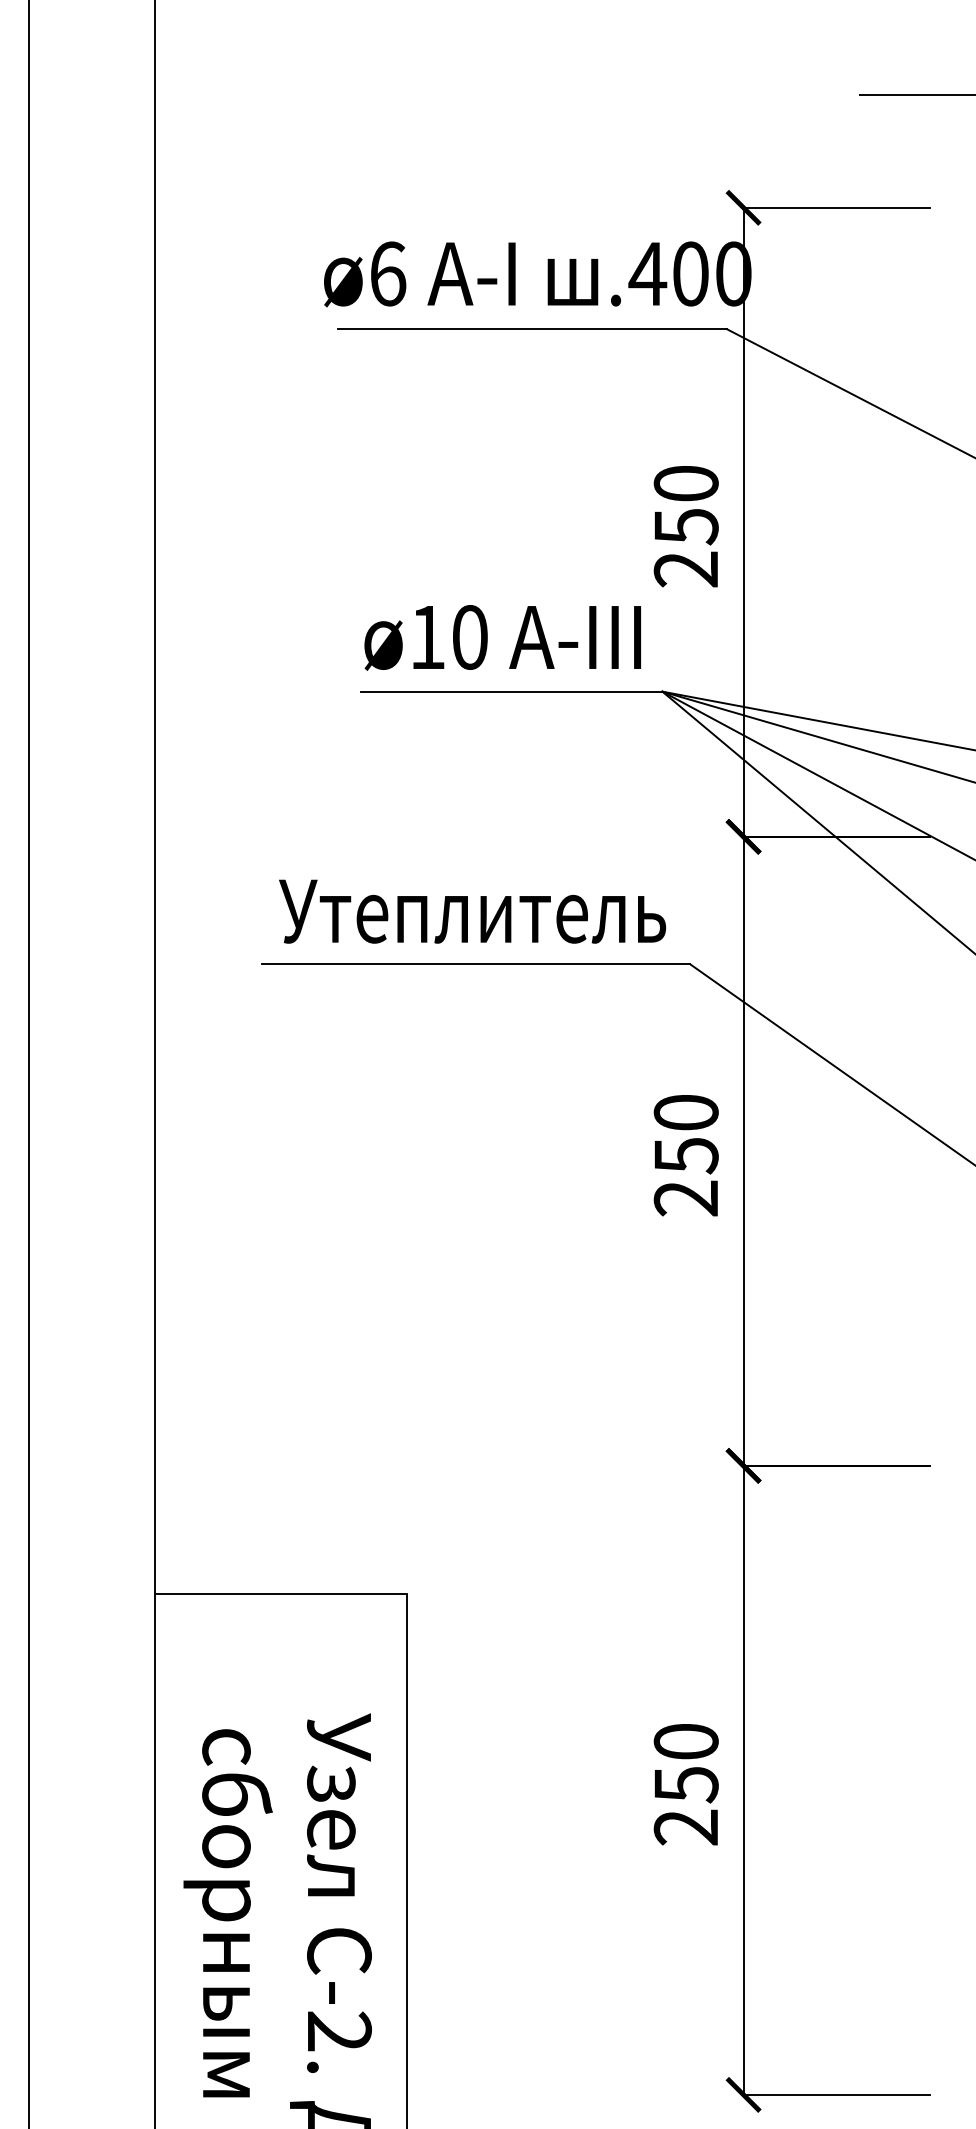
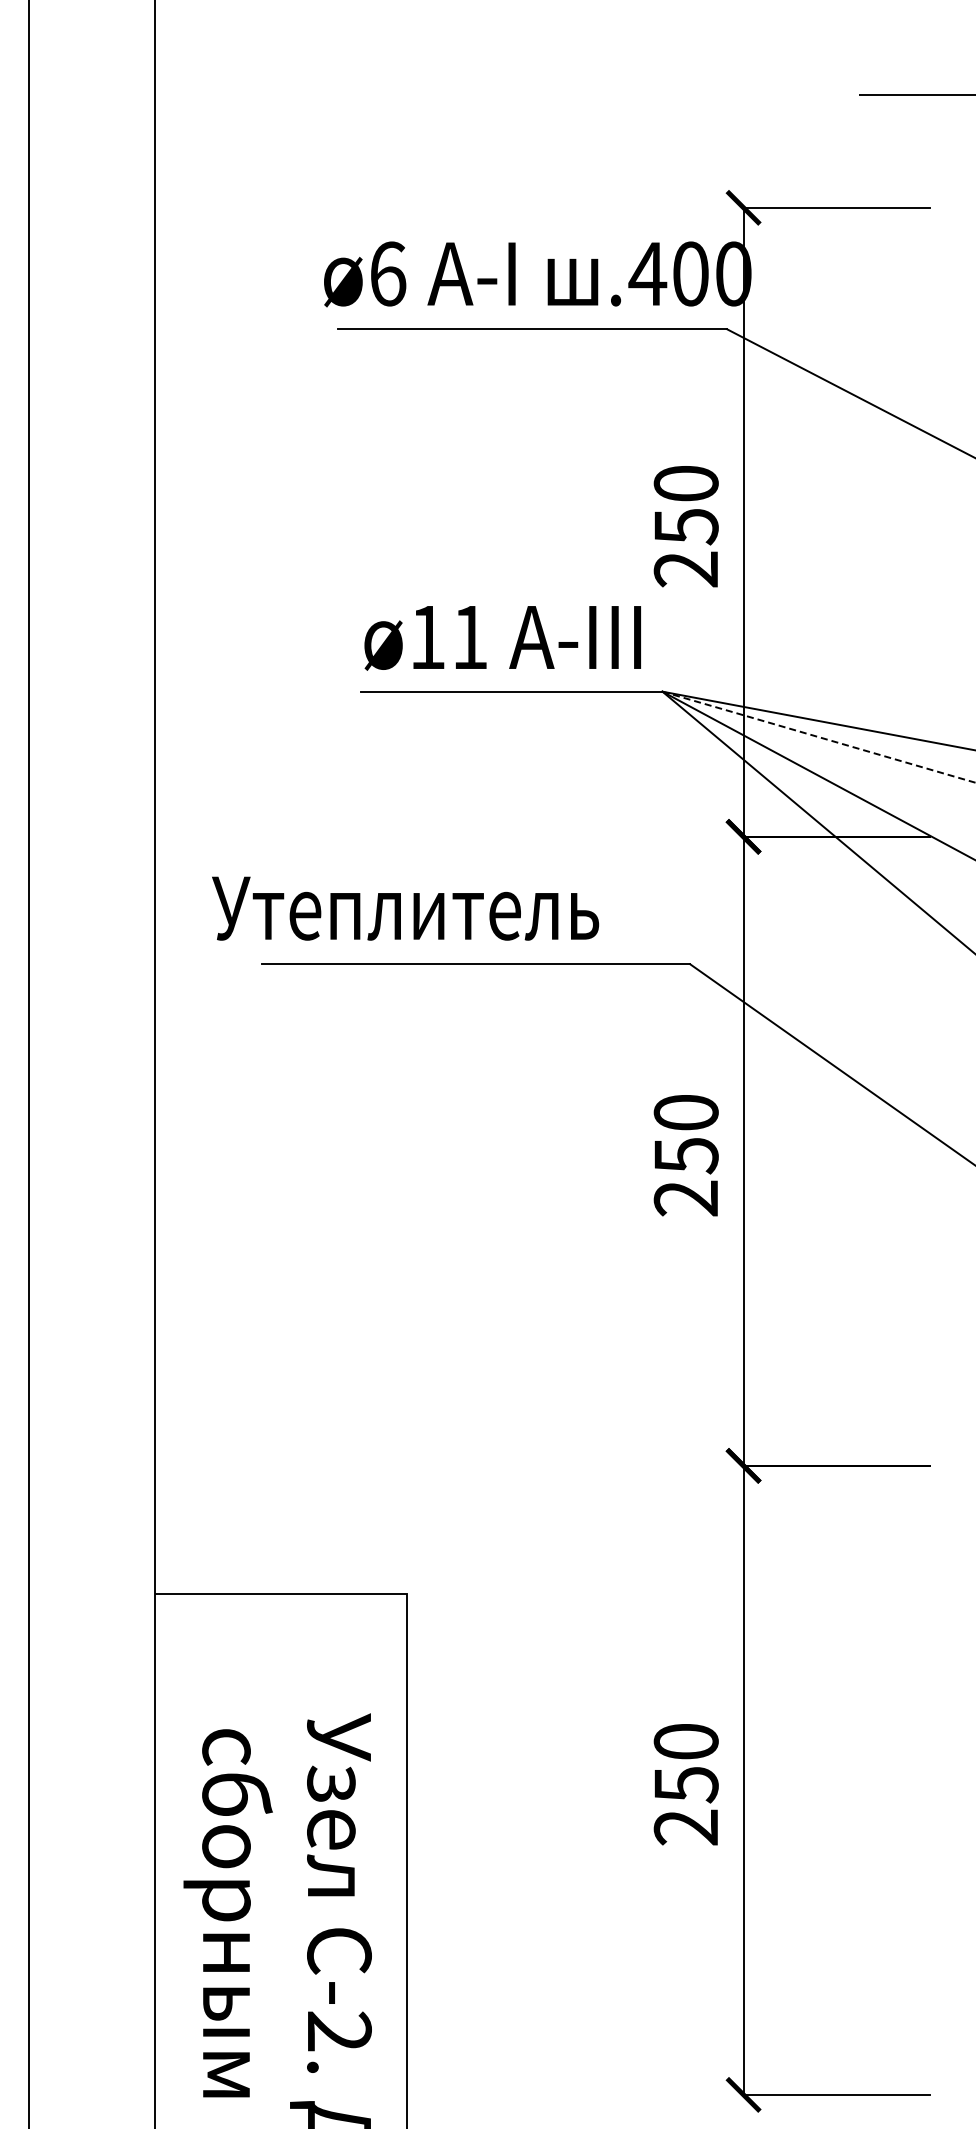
text at (470, 637): ø10 -> ø11
line at (819, 737): solid -> dashed
text at (472, 911) position: (472, 911) -> (405, 908)
